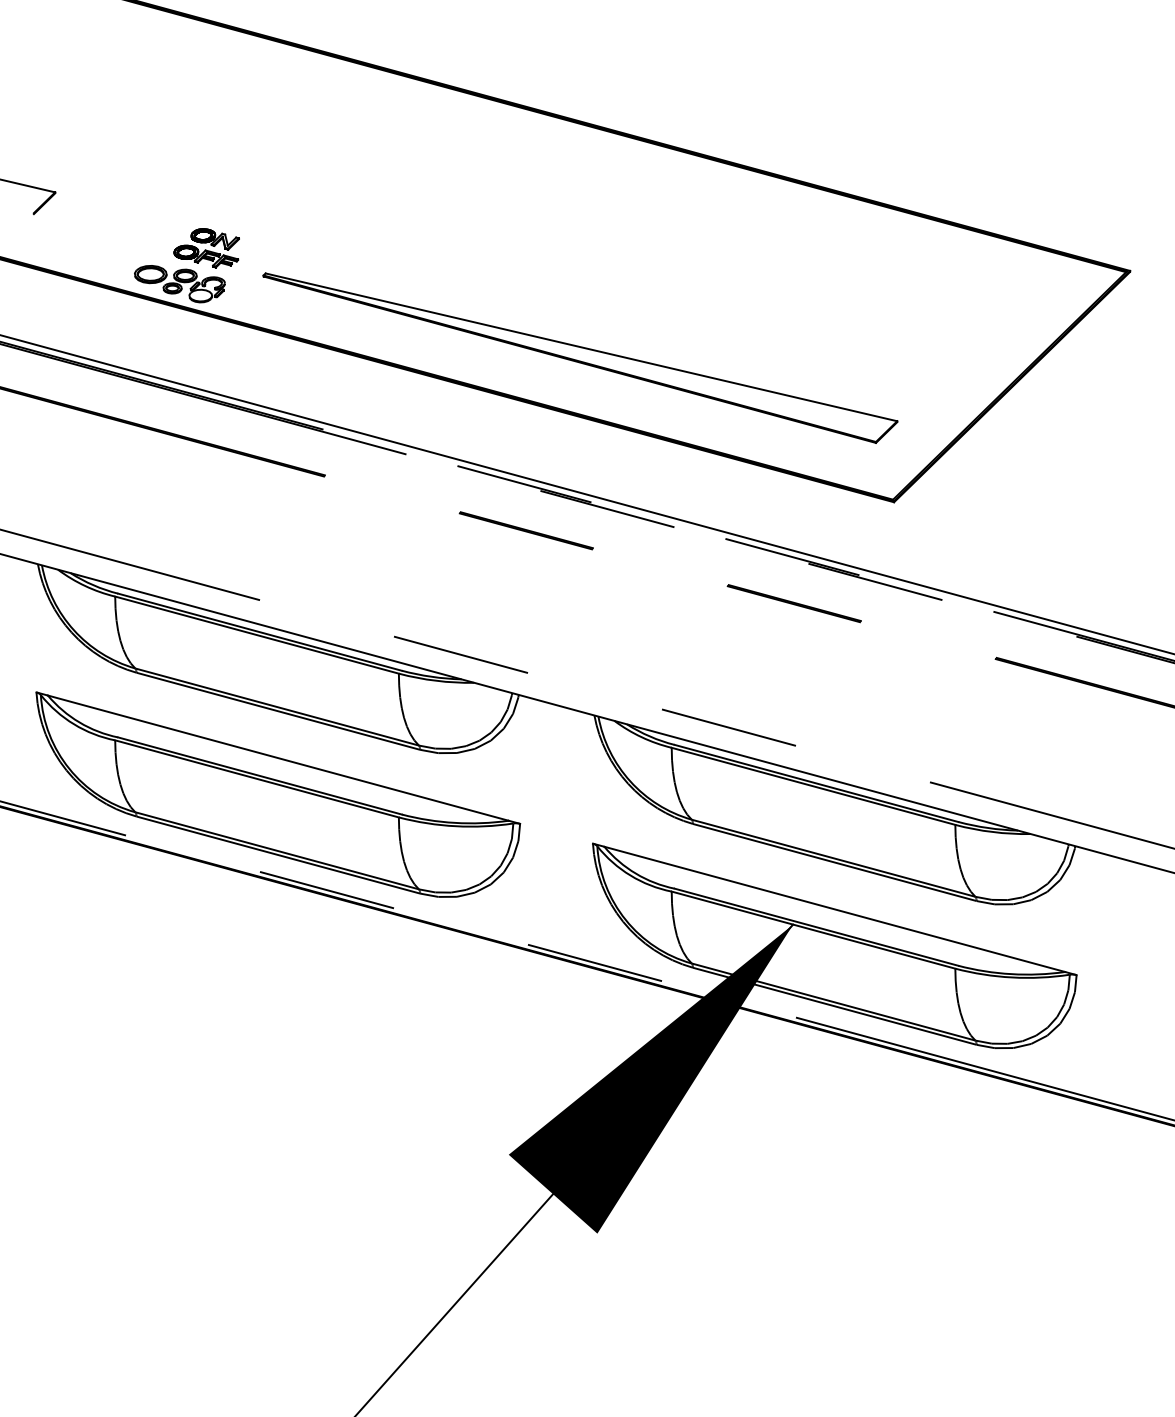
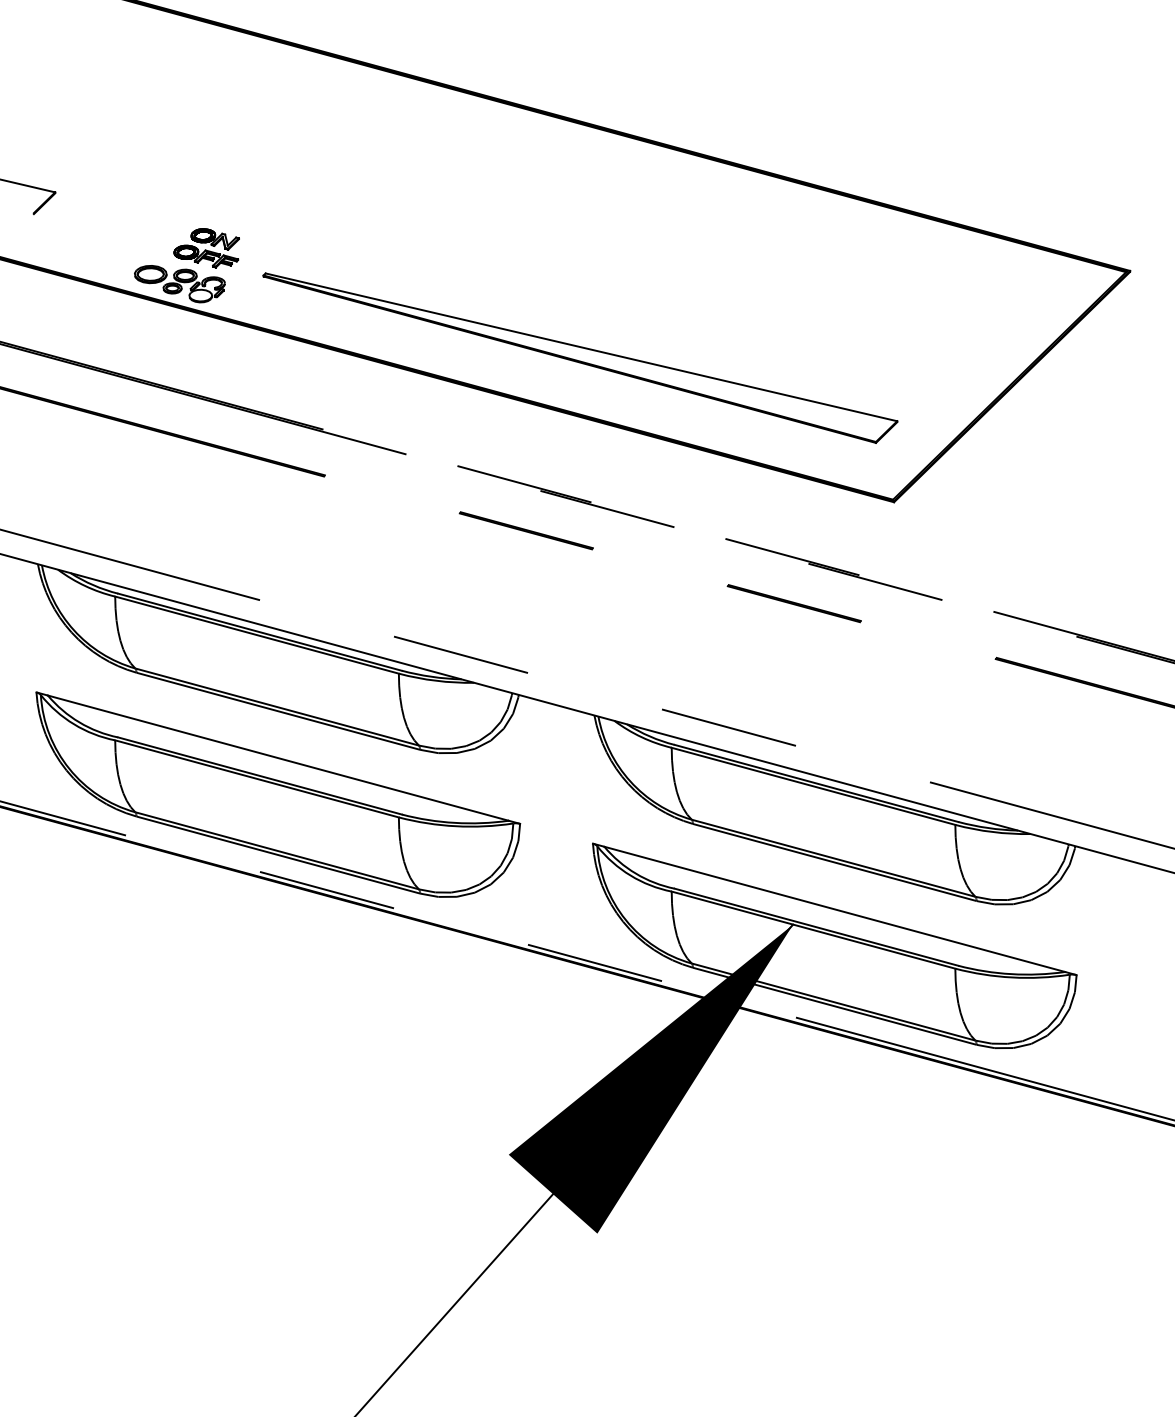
line at (586, 494): present -> none
